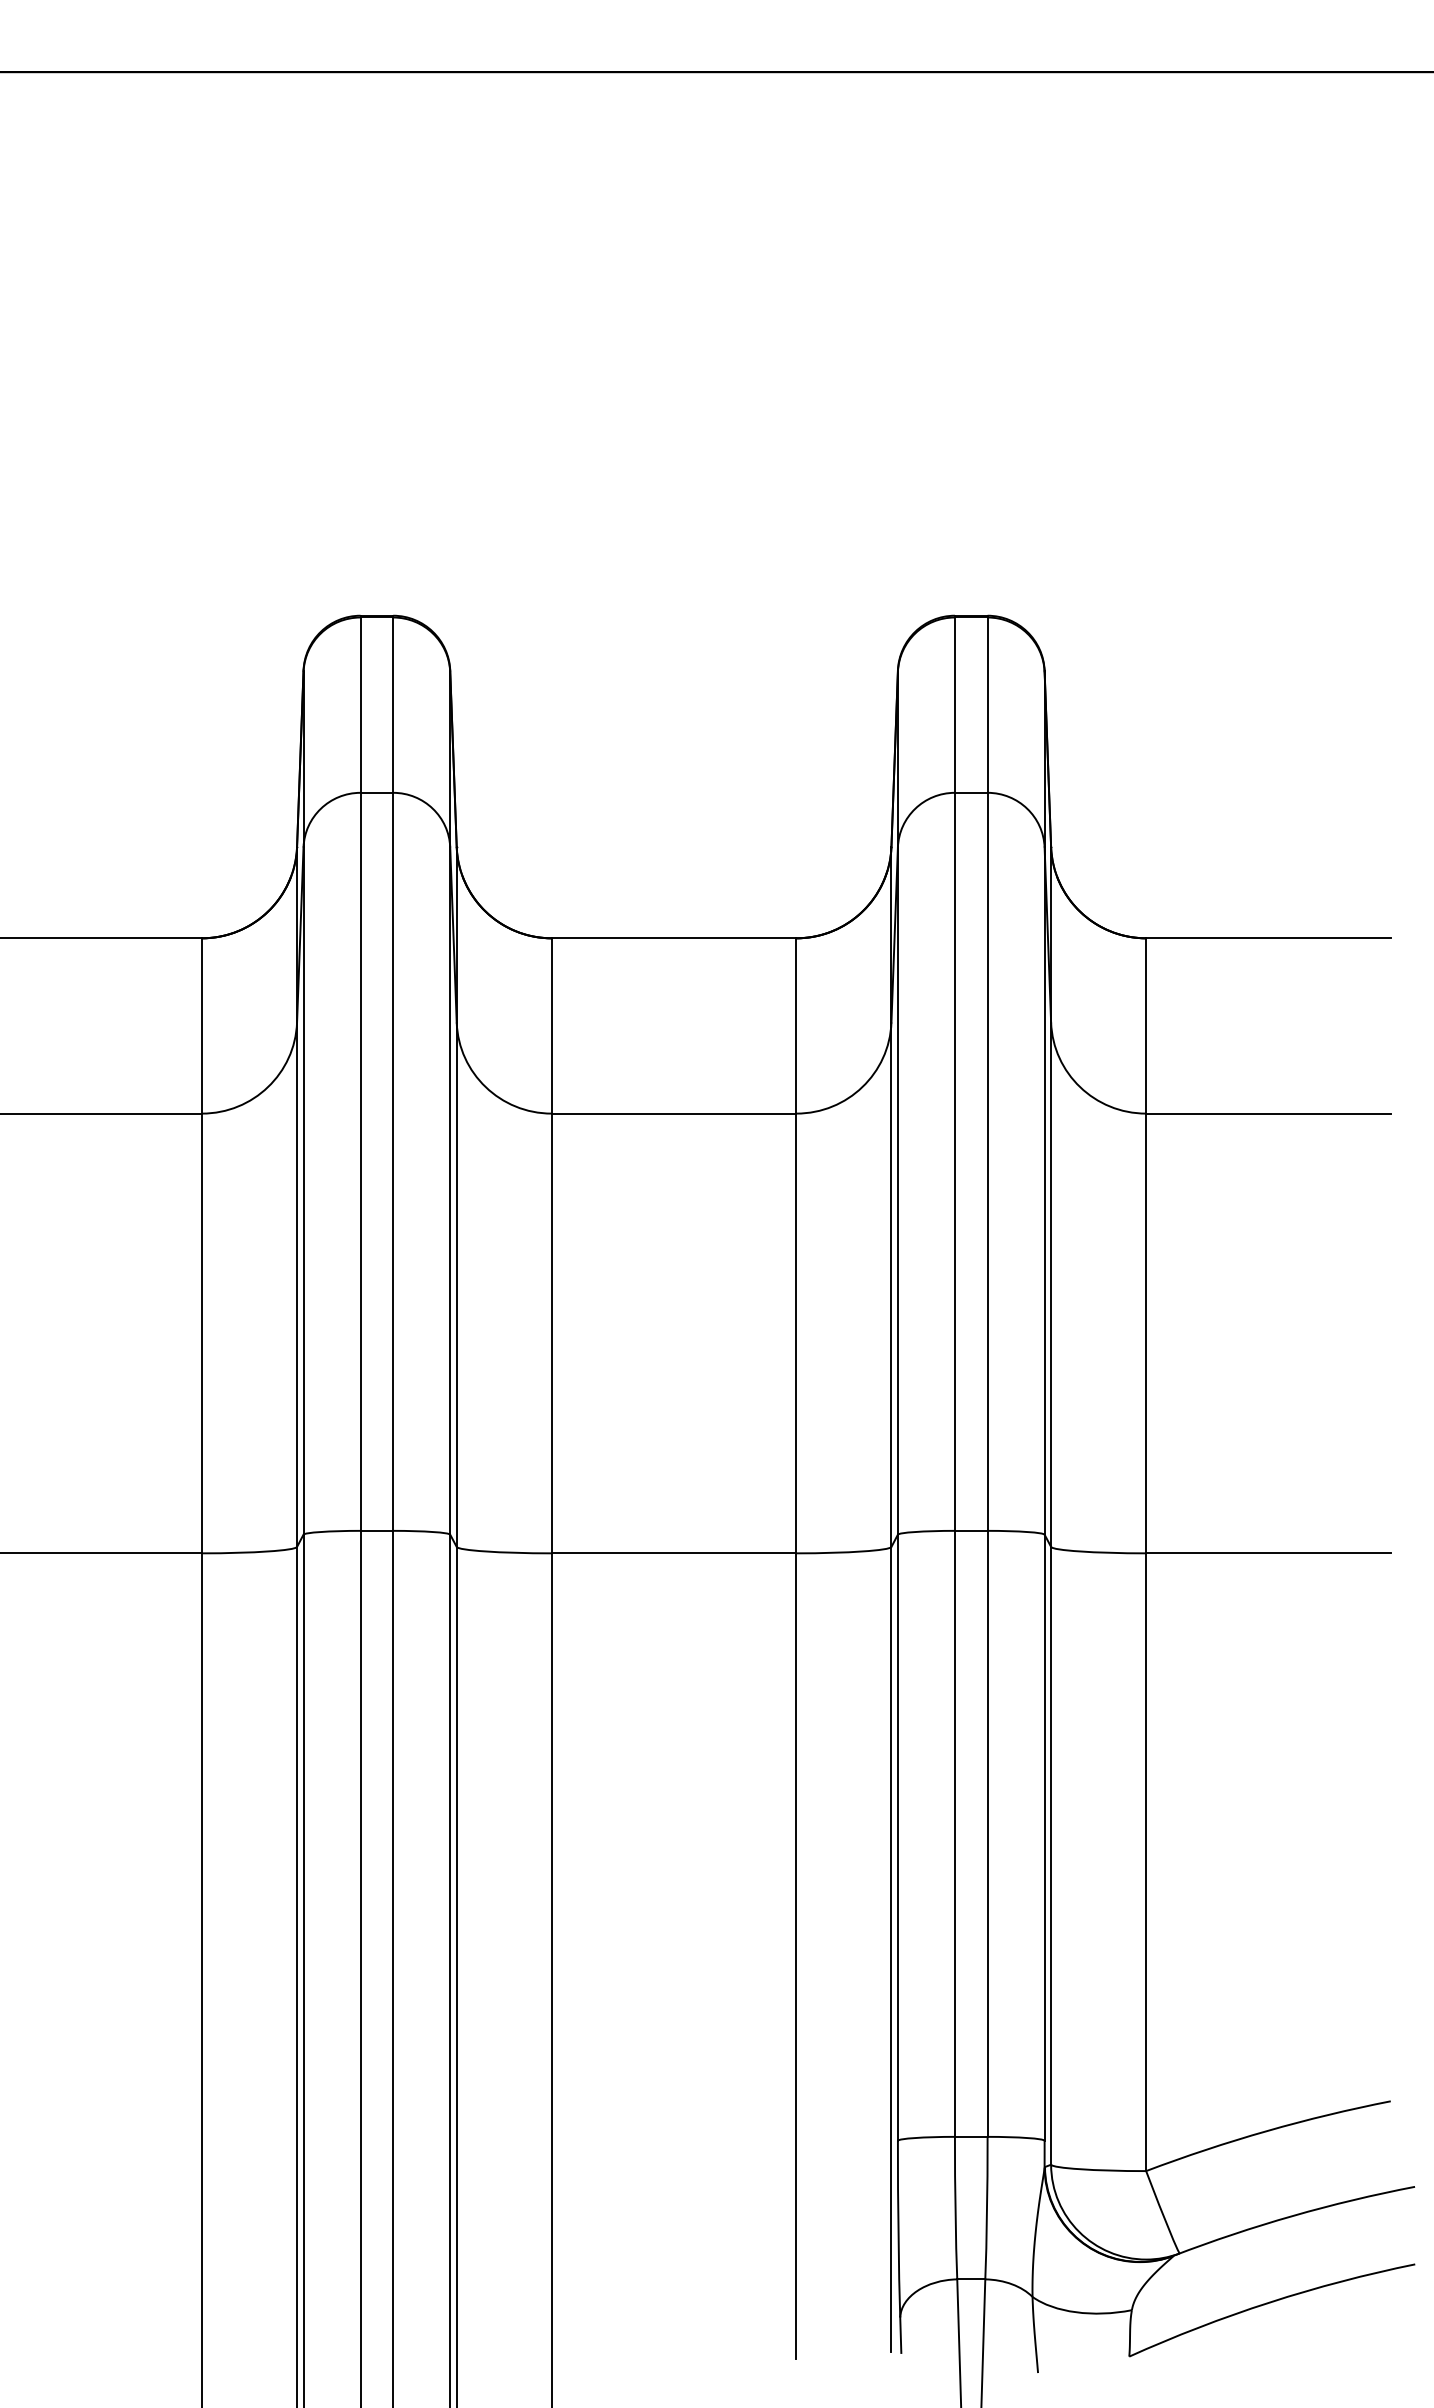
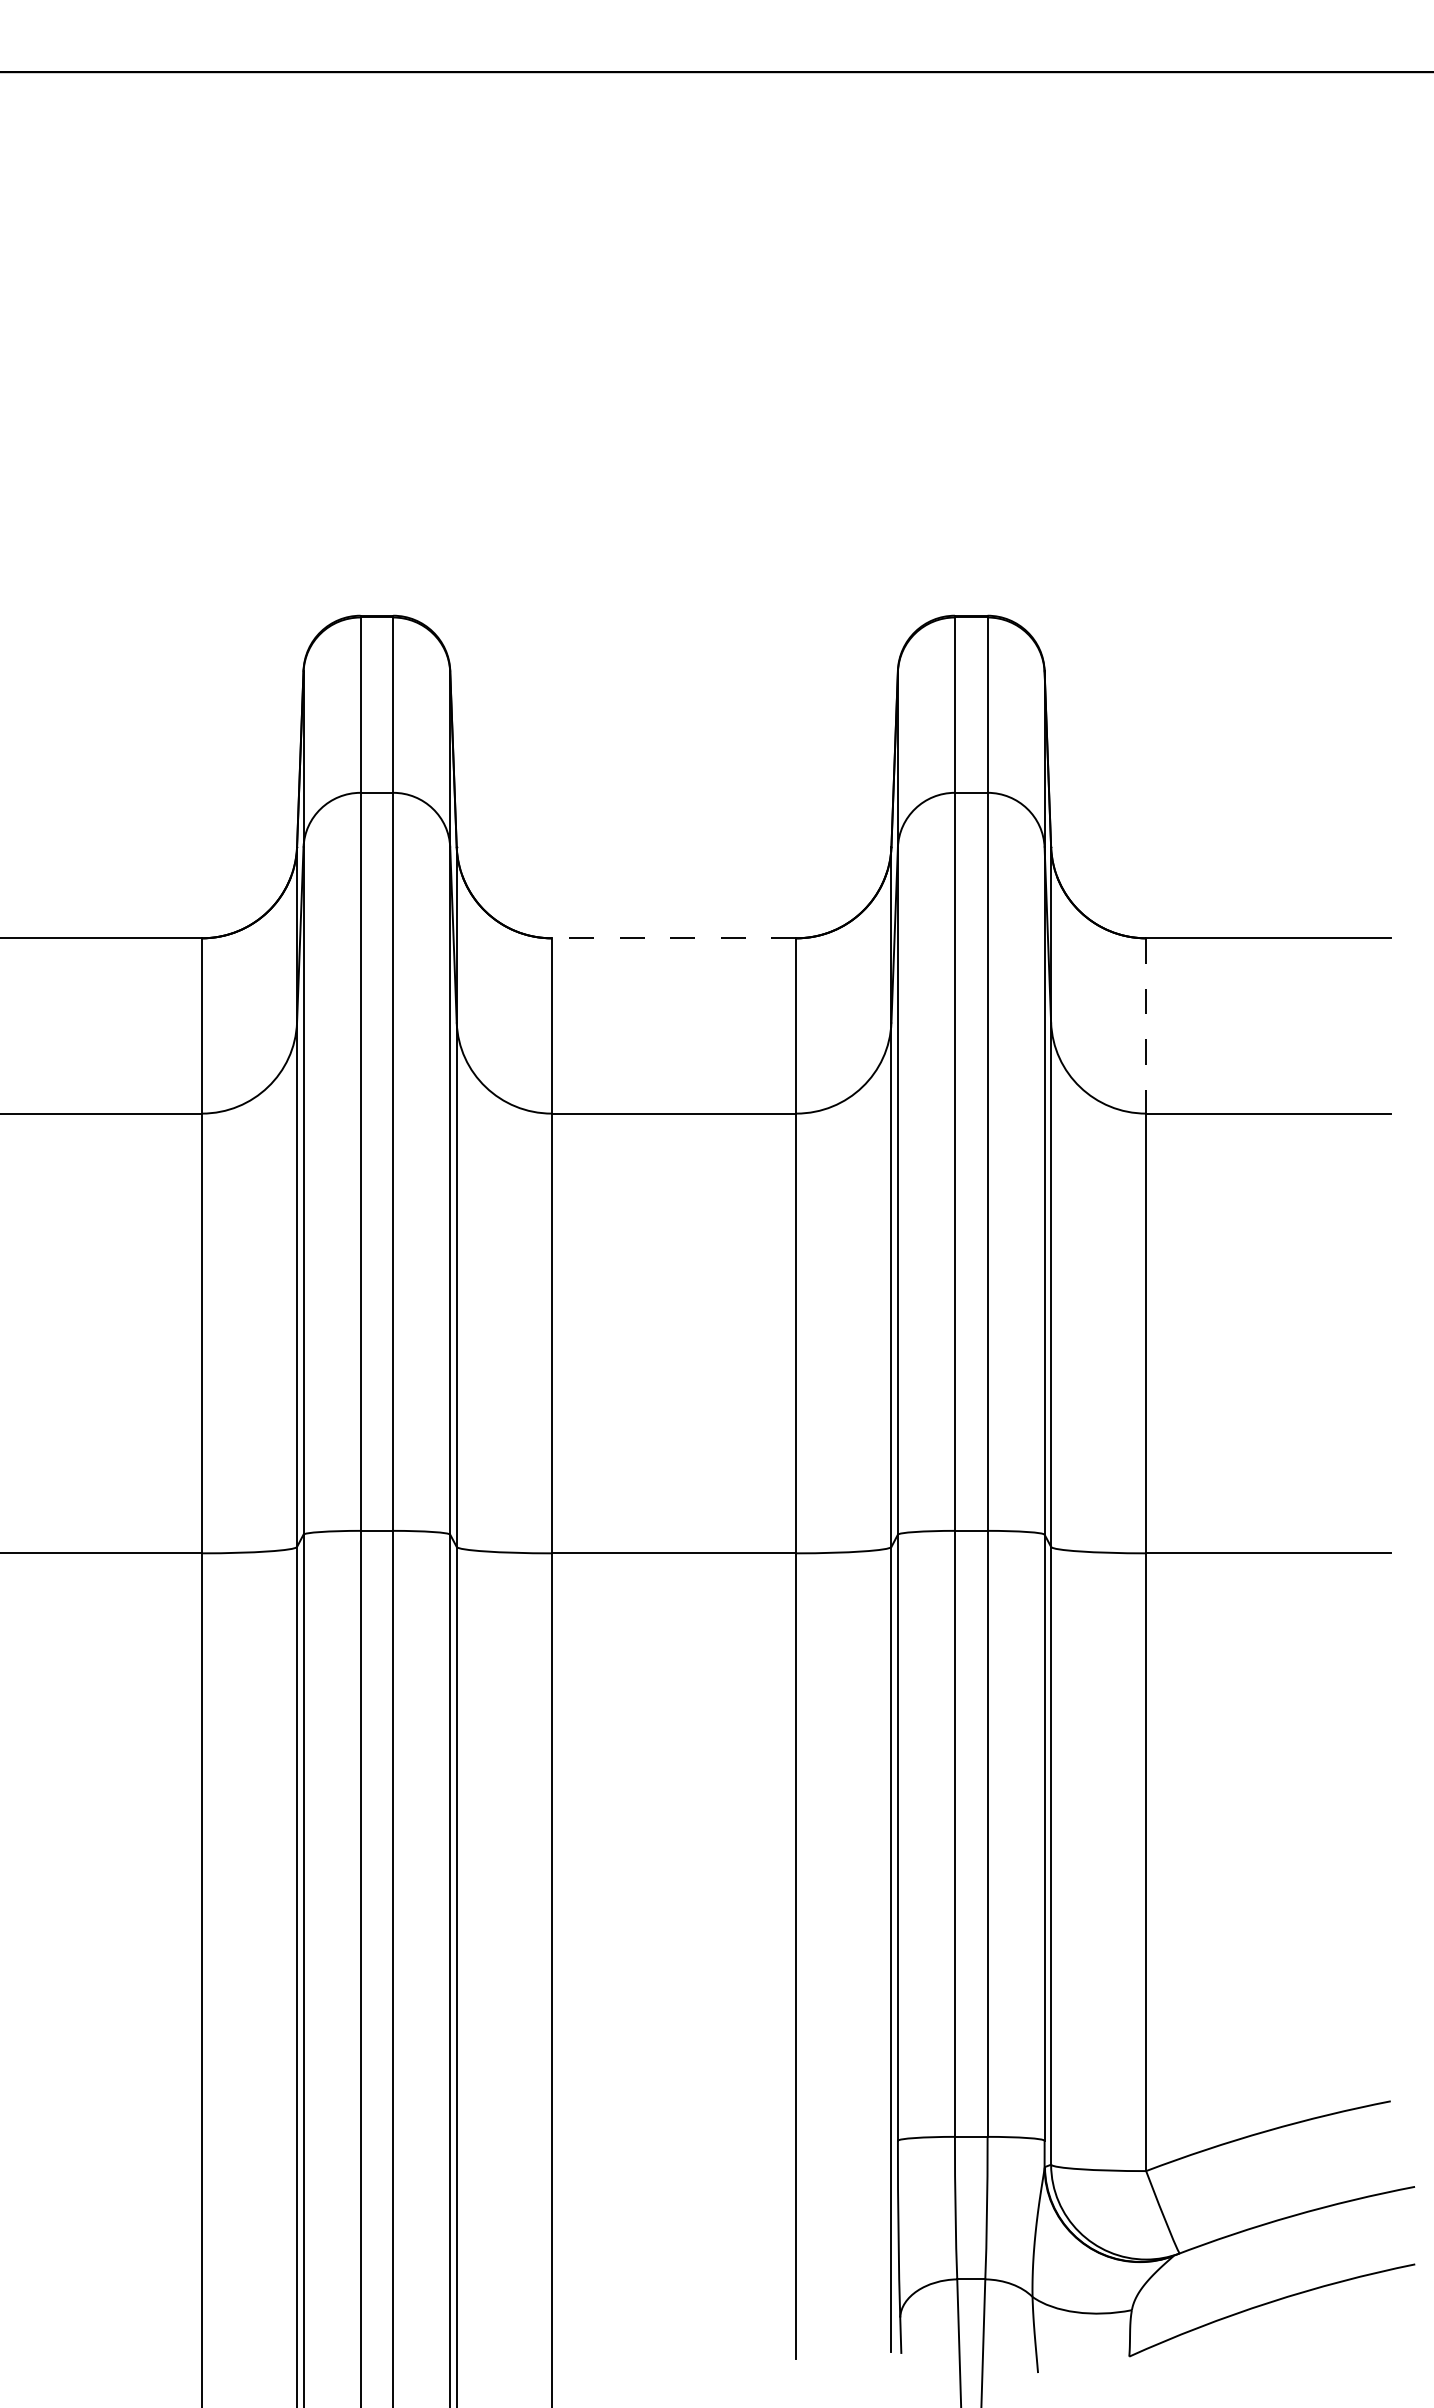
line at (673, 938): solid -> dashed
line at (1146, 1025): solid -> dashed
